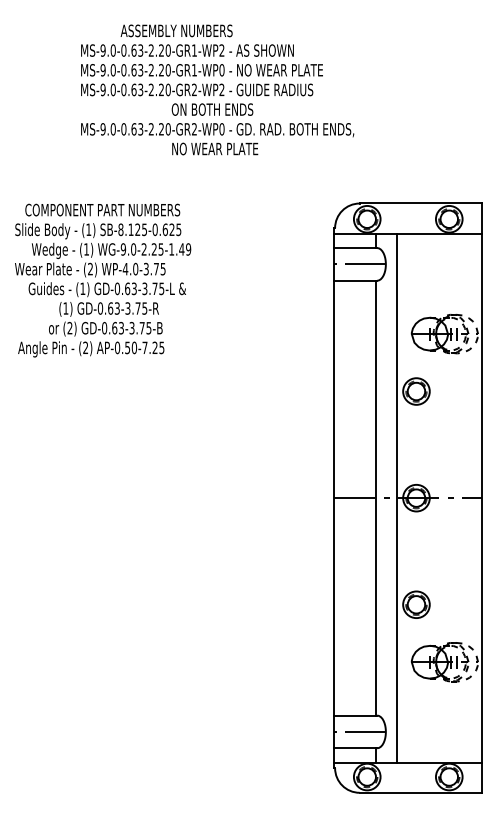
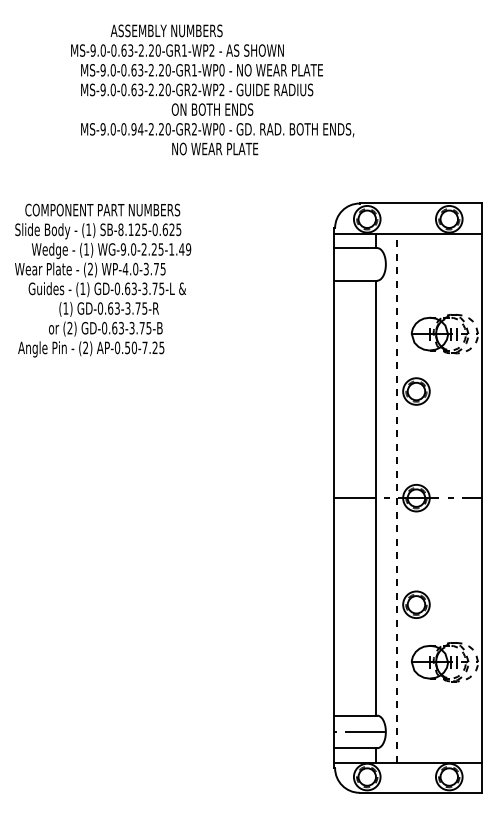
text at (187, 40) position: (187, 40) -> (177, 40)
text at (137, 129): MS-9.0-0.63-2.20-GR2-WP0 -> MS-9.0-0.94-2.20-GR2-WP0
line at (359, 264): present -> none
line at (396, 497): solid -> dashed
